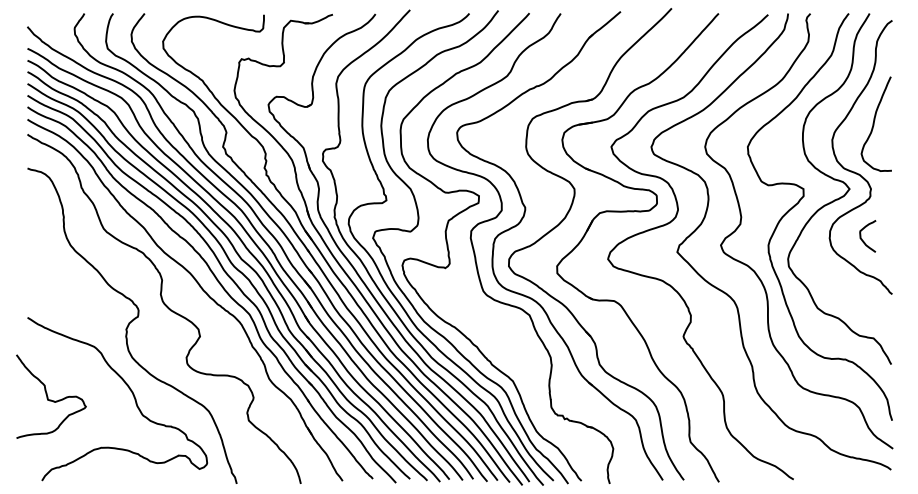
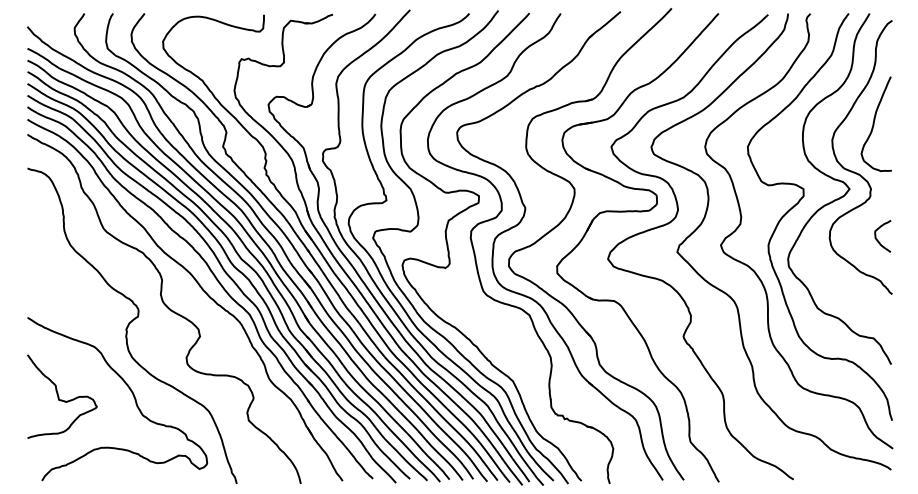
curve at (862, 238) position: (862, 238) -> (877, 238)
curve at (48, 396) position: (48, 396) -> (59, 396)
